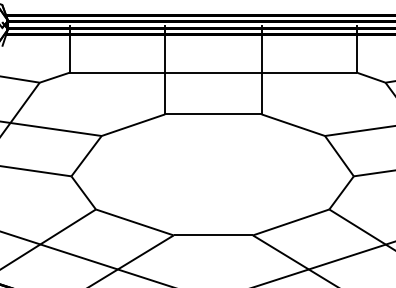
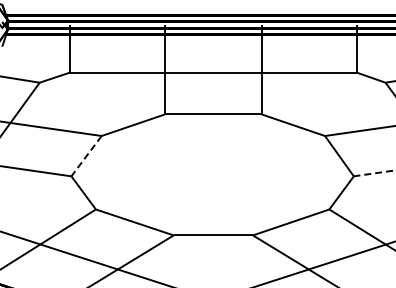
line at (86, 156): solid -> dashed
line at (374, 173): solid -> dashed
